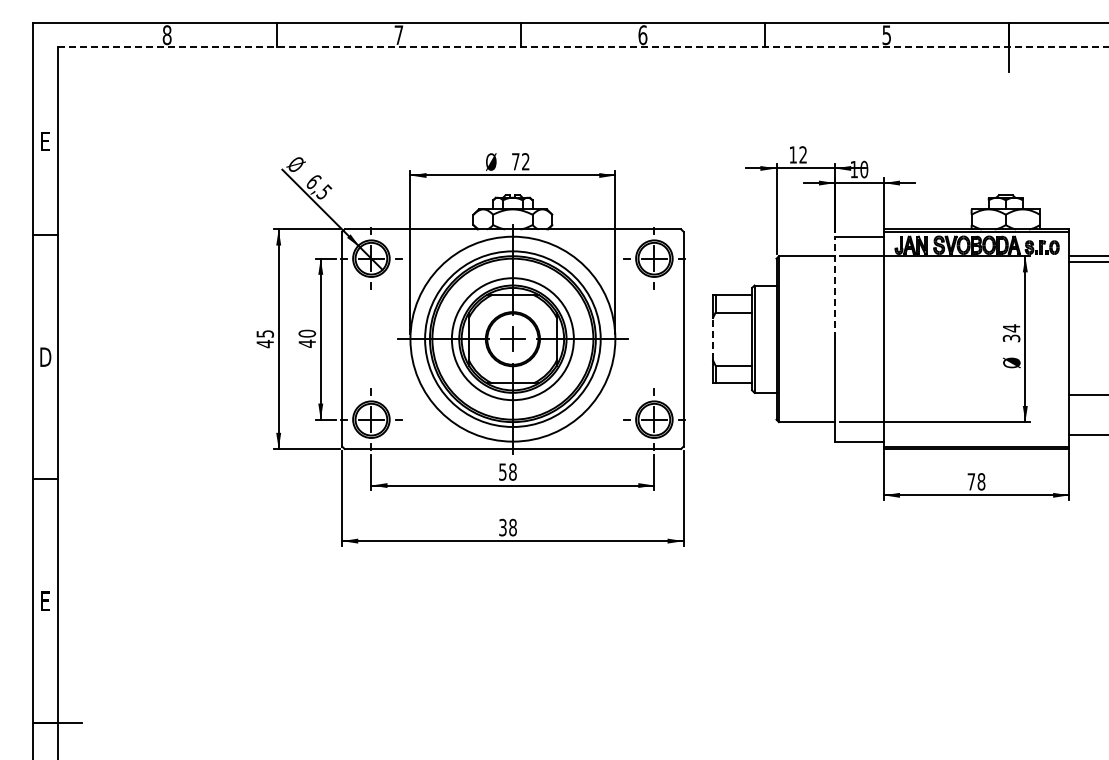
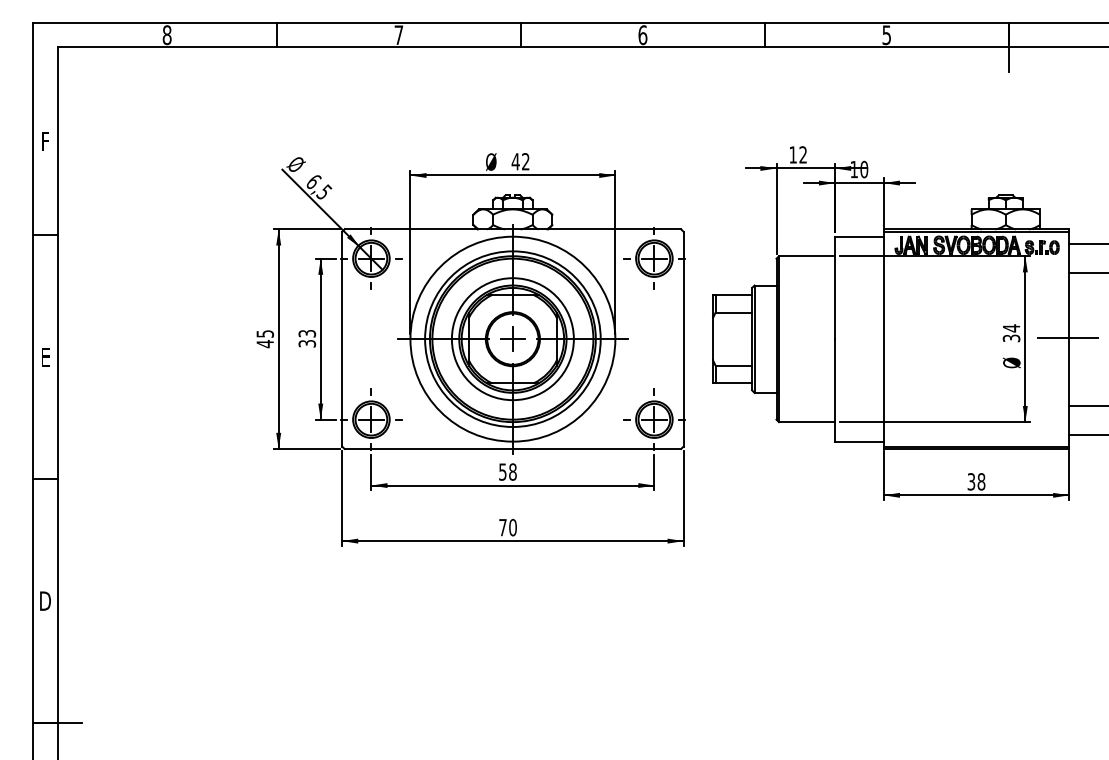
line at (583, 47): dashed -> solid
text at (45, 141): E -> F
text at (515, 161): 72 -> 42
line at (1087, 255) position: (1087, 255) -> (1087, 272)
line at (1087, 261) position: (1087, 261) -> (1087, 243)
line at (835, 287): dashed -> solid
line at (1070, 337): none -> present
text at (307, 338): 40 -> 33
line at (713, 338): dashed -> solid
text at (45, 356): D -> E
line at (1087, 394) position: (1087, 394) -> (1087, 405)
text at (971, 481): 78 -> 38
text at (507, 527): 38 -> 70
text at (45, 600): E -> D
